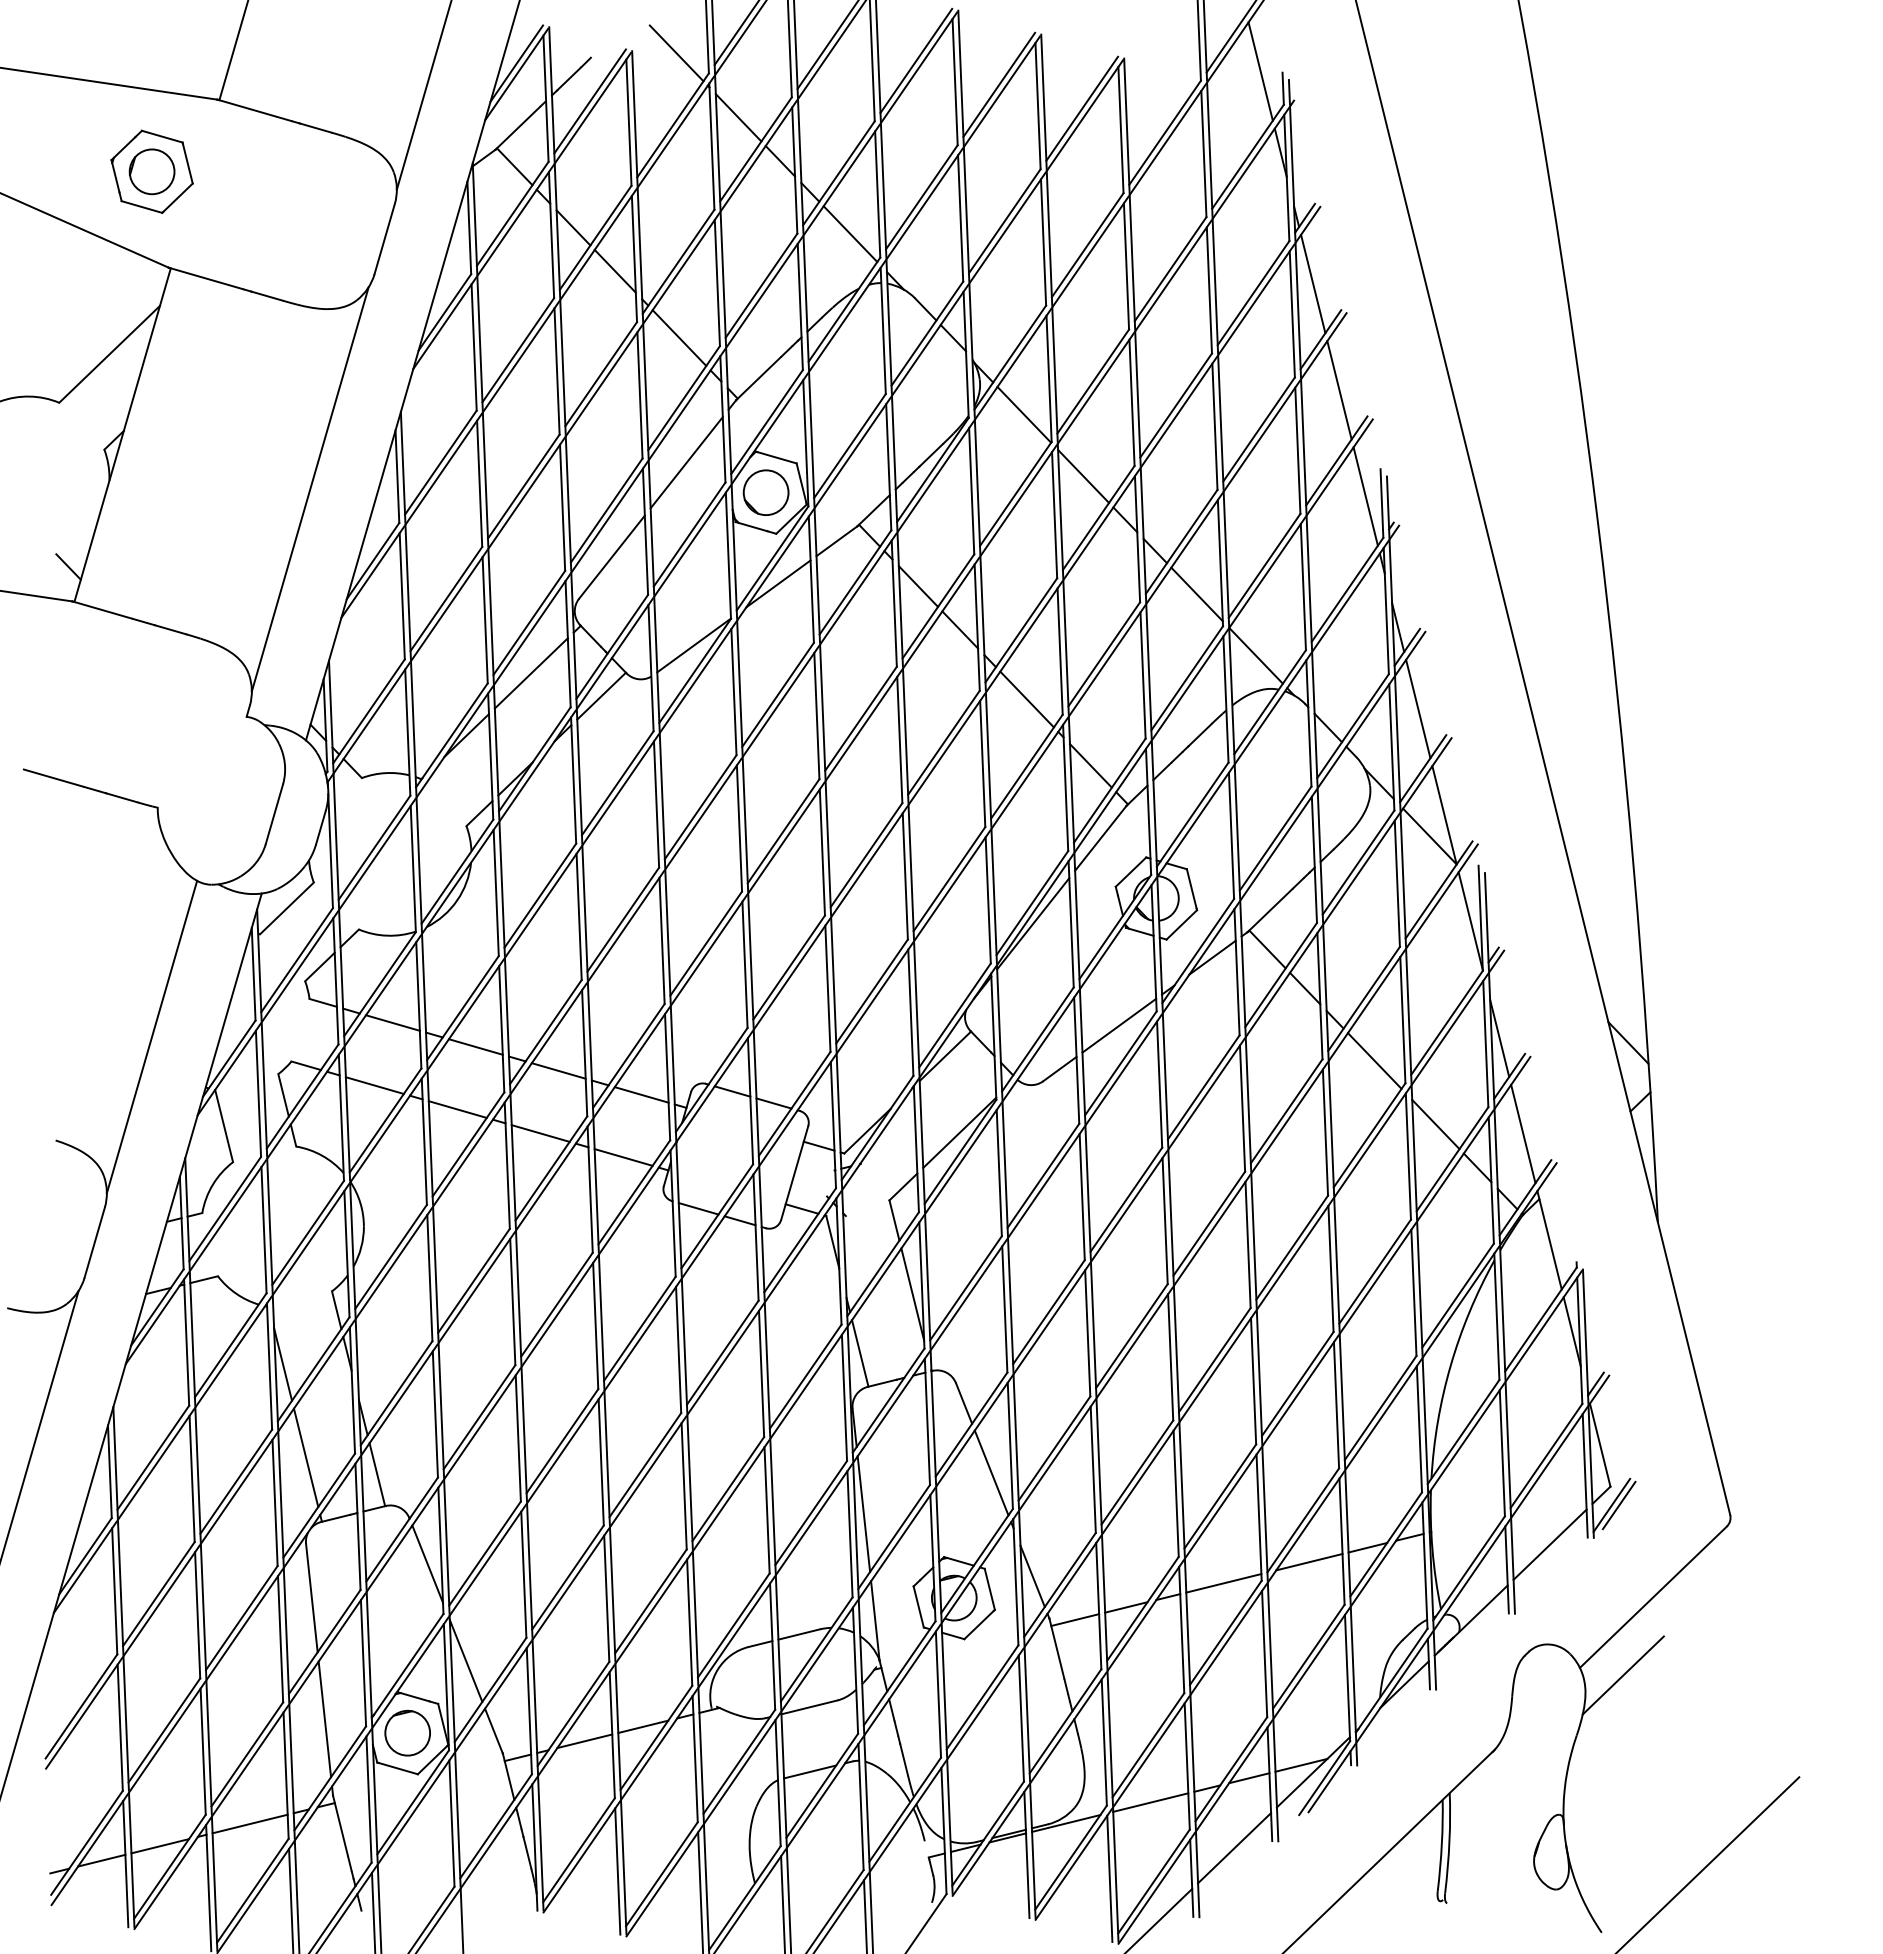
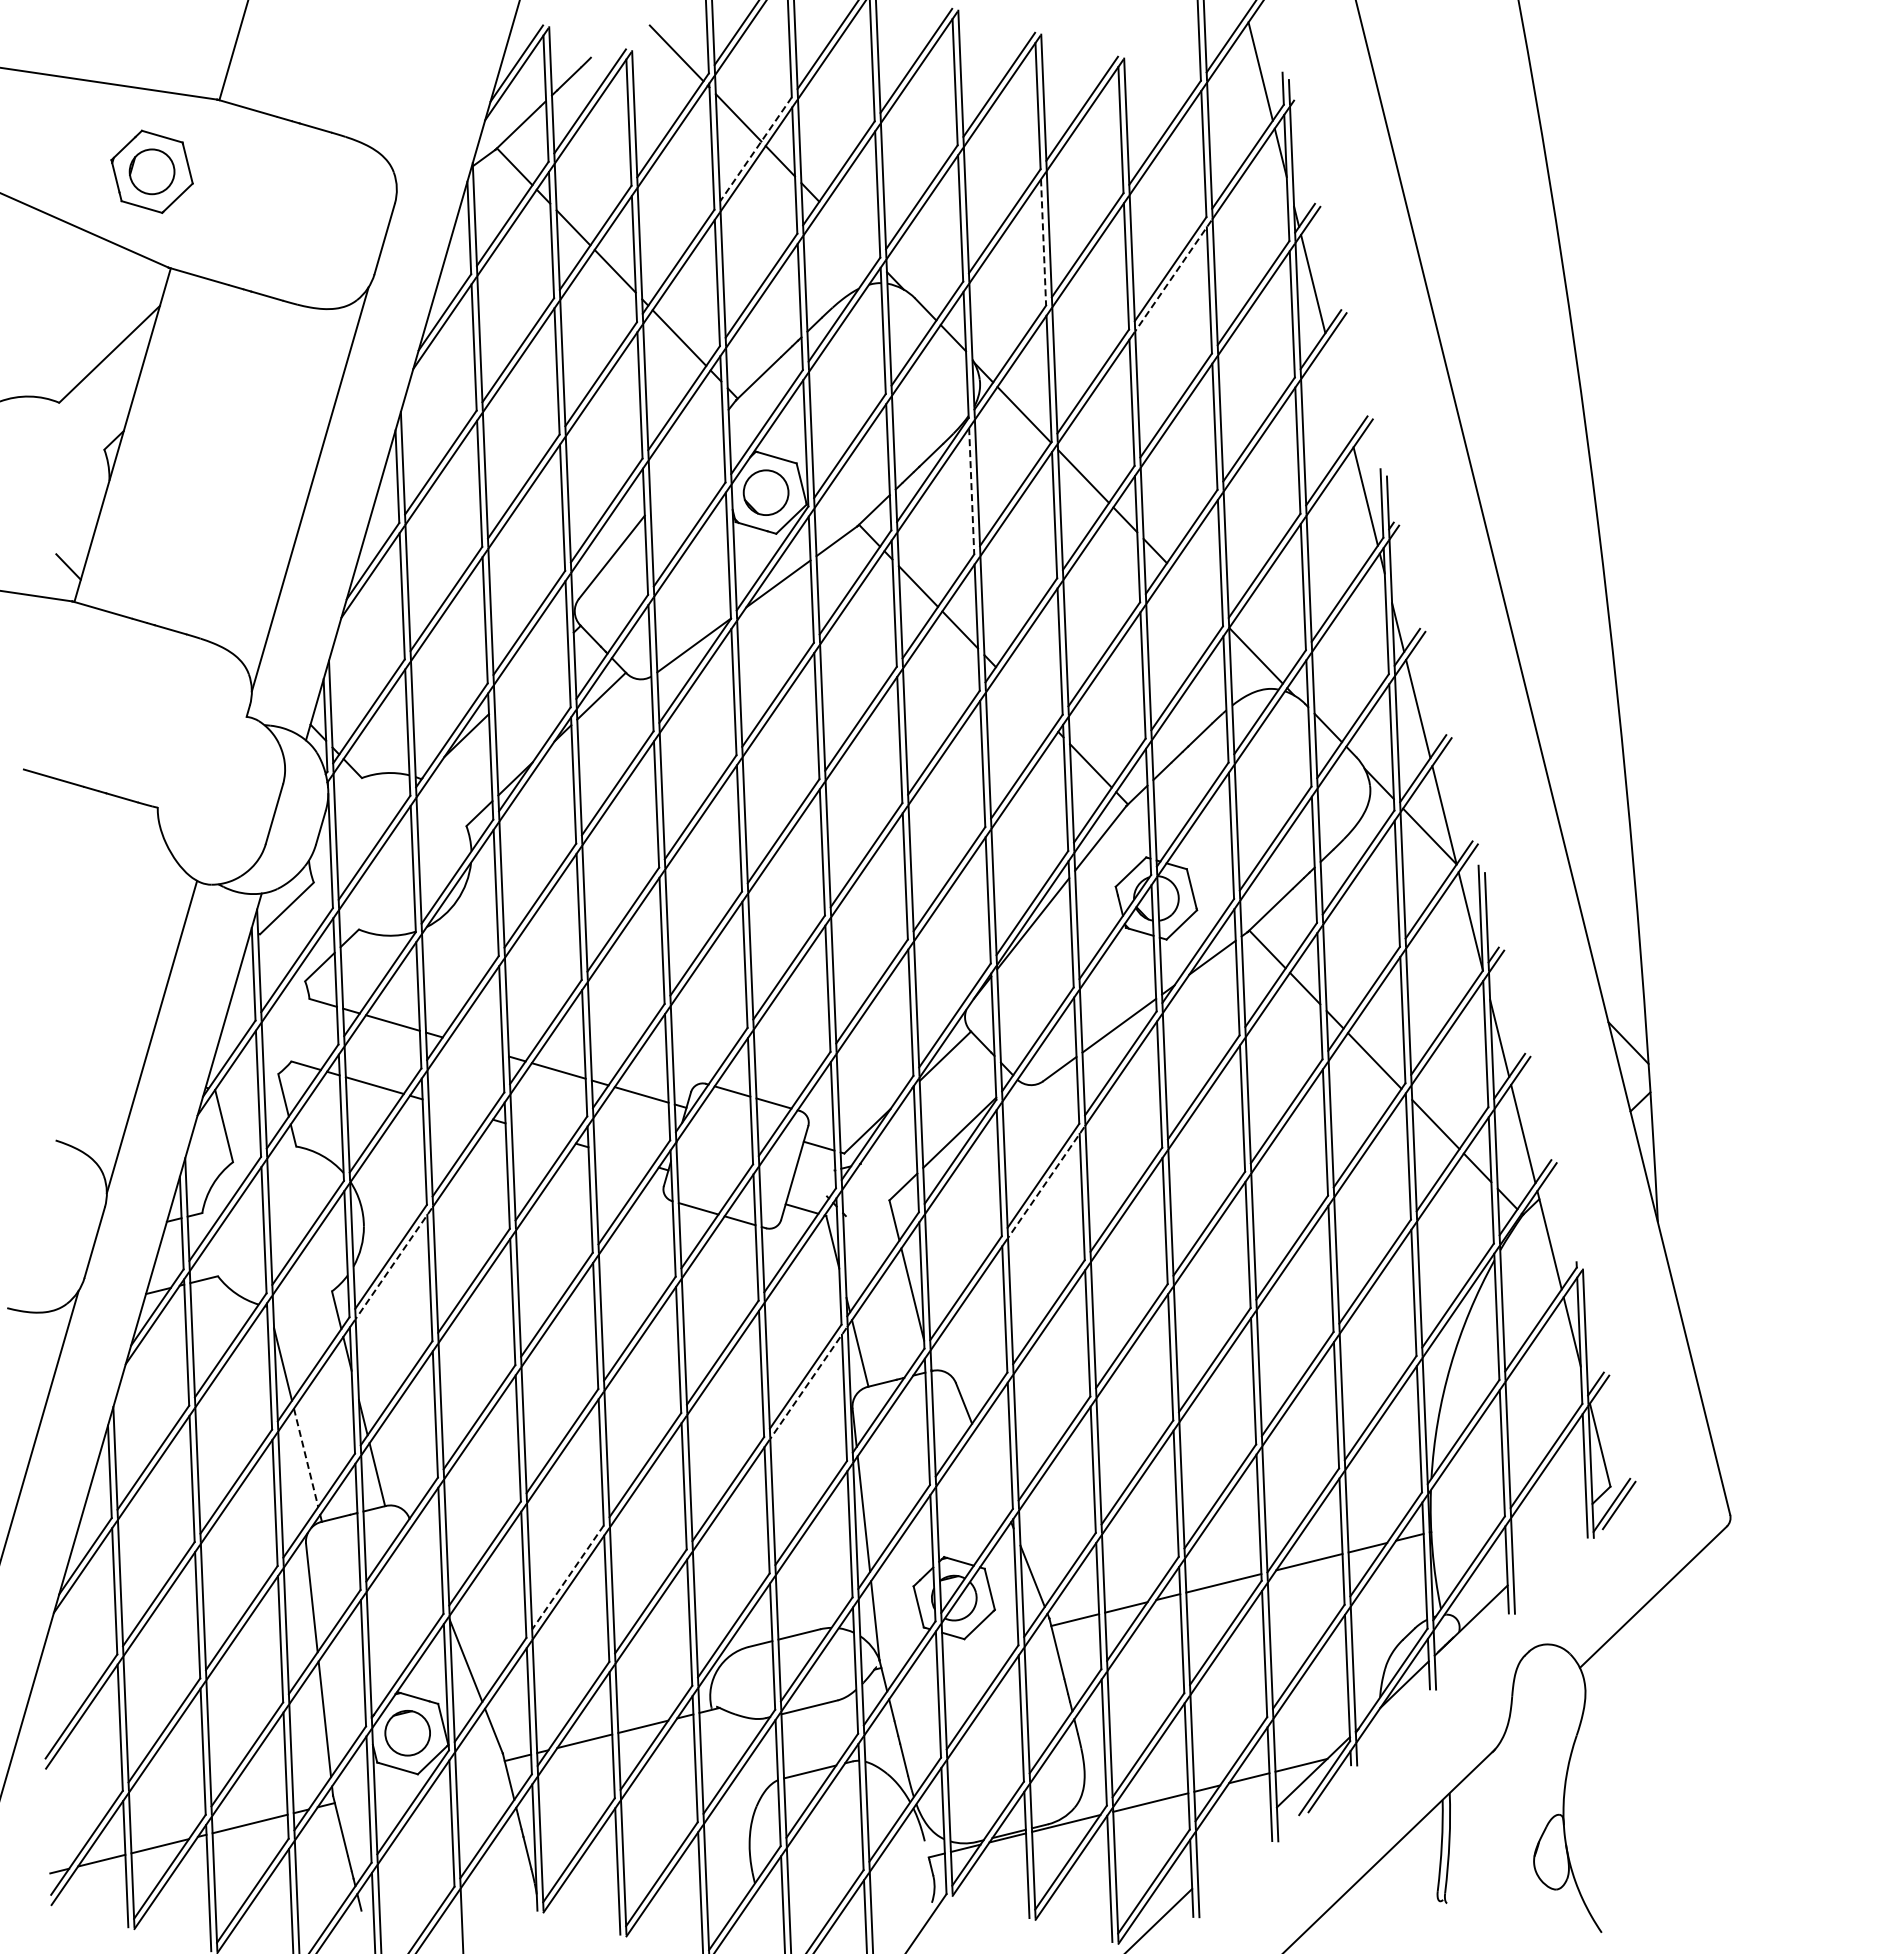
line at (423, 95): present -> none
line at (755, 149): solid -> dashed
line at (850, 233): present -> none
line at (1043, 243): solid -> dashed
line at (1173, 276): solid -> dashed
line at (1339, 390): present -> none
line at (686, 462): present -> none
line at (971, 491): solid -> dashed
line at (1196, 594): present -> none
line at (530, 673): present -> none
line at (1026, 699): present -> none
line at (475, 1046): present -> none
line at (457, 1109): present -> none
line at (540, 1133): present -> none
line at (623, 1157): present -> none
line at (1045, 1183): solid -> dashed
line at (393, 1264): solid -> dashed
line at (808, 1383): solid -> dashed
line at (306, 1457): solid -> dashed
line at (991, 1472): present -> none
line at (1549, 1544): present -> none
line at (427, 1563): present -> none
line at (567, 1577): solid -> dashed
line at (1622, 1675): present -> none
line at (1234, 1848): present -> none
line at (1708, 1863): present -> none
